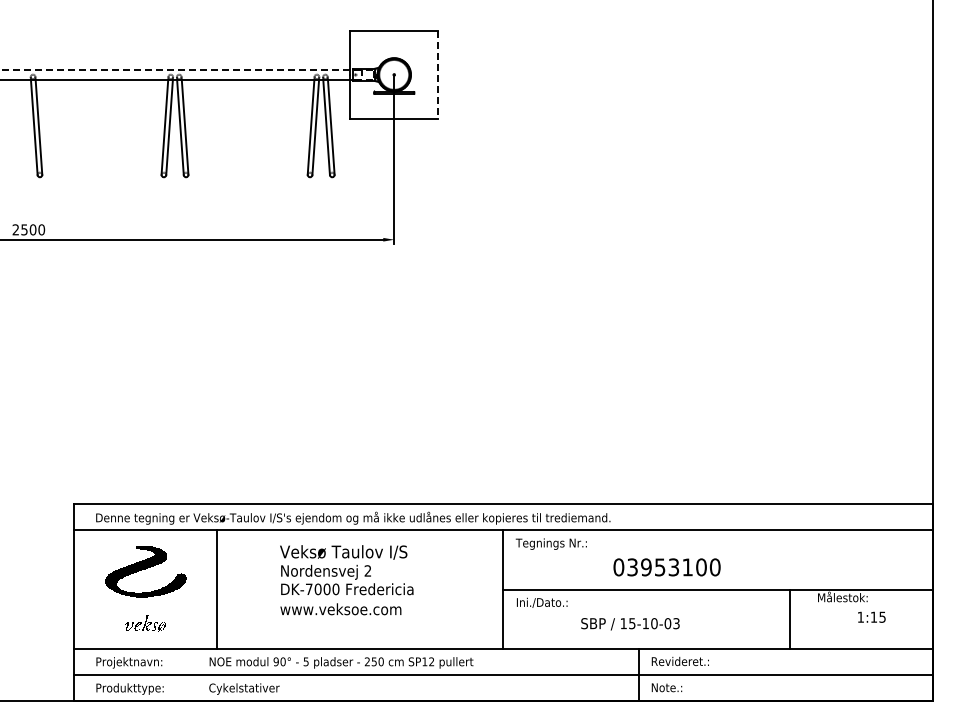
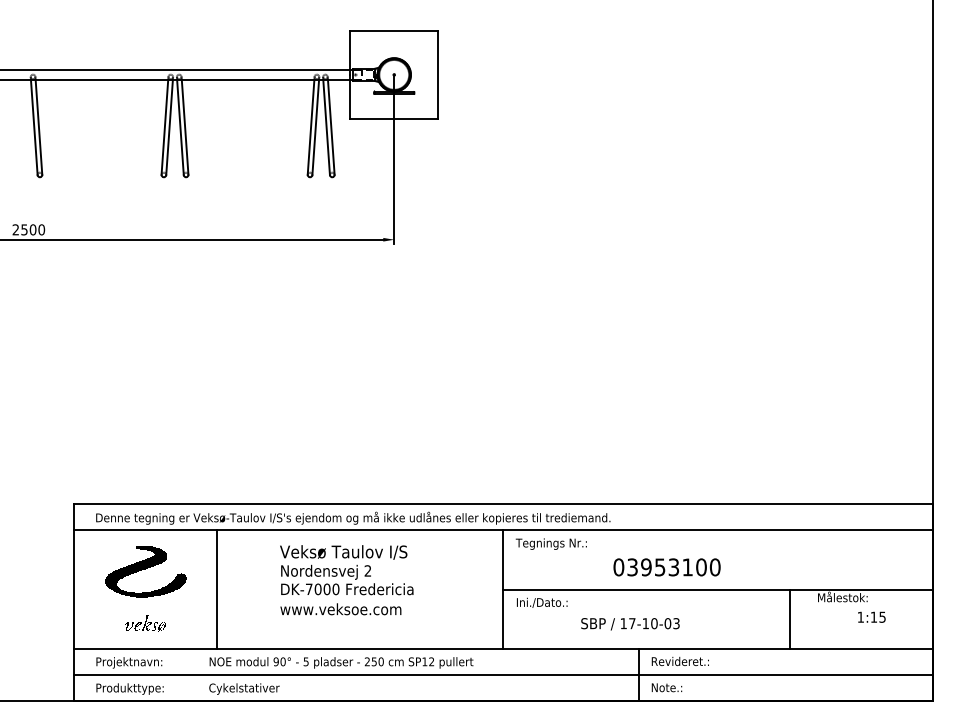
line at (176, 69): dashed -> solid
line at (438, 74): dashed -> solid
text at (632, 623): 15-10-03 -> 17-10-03
